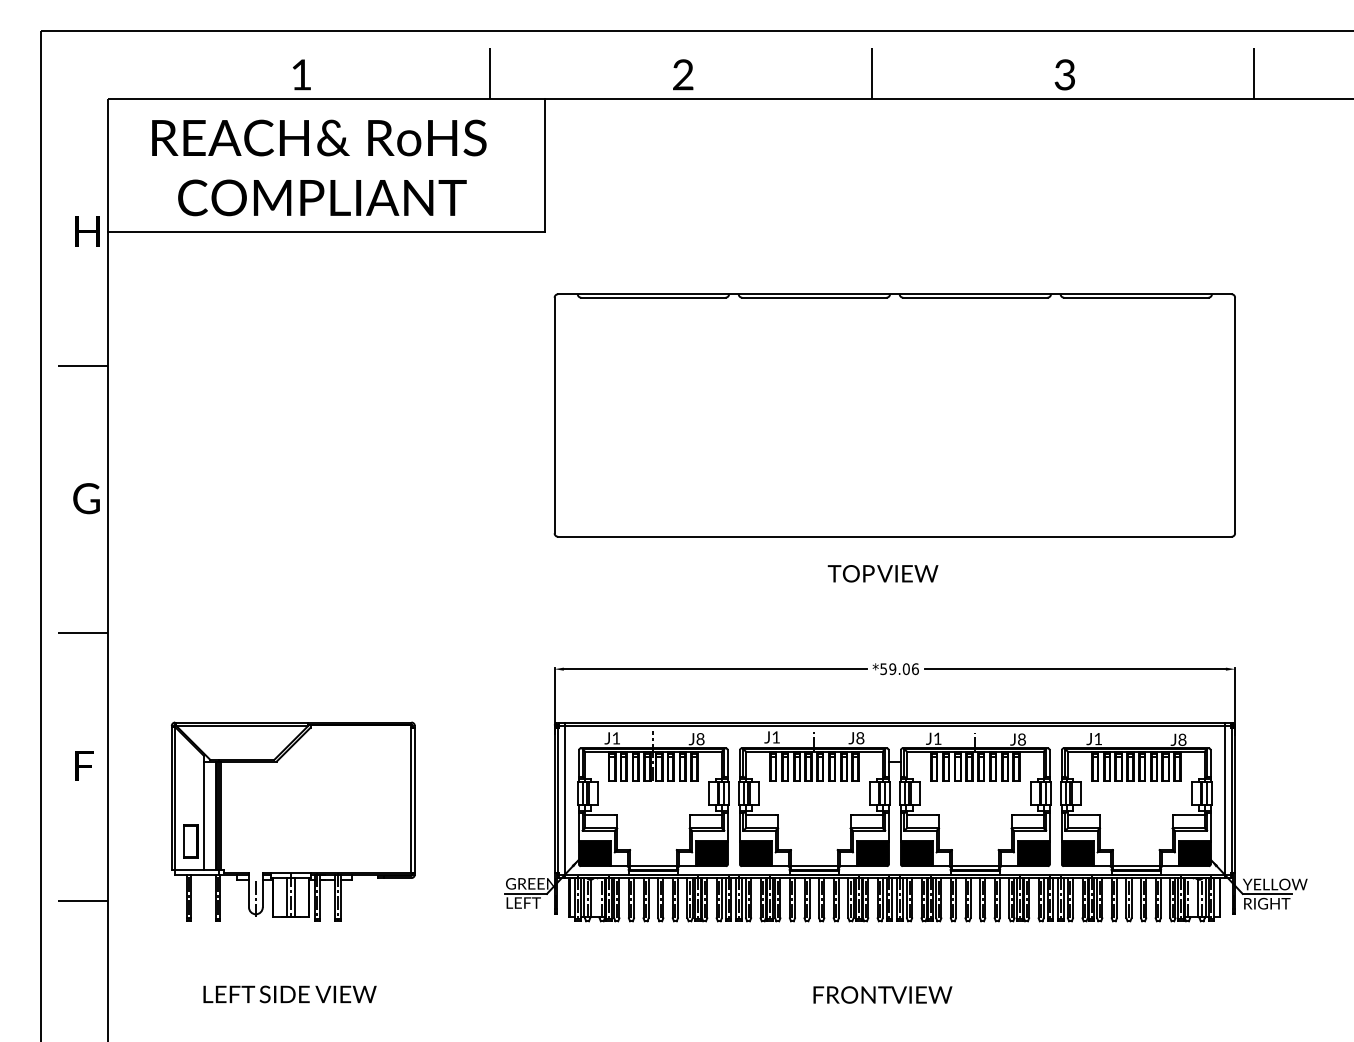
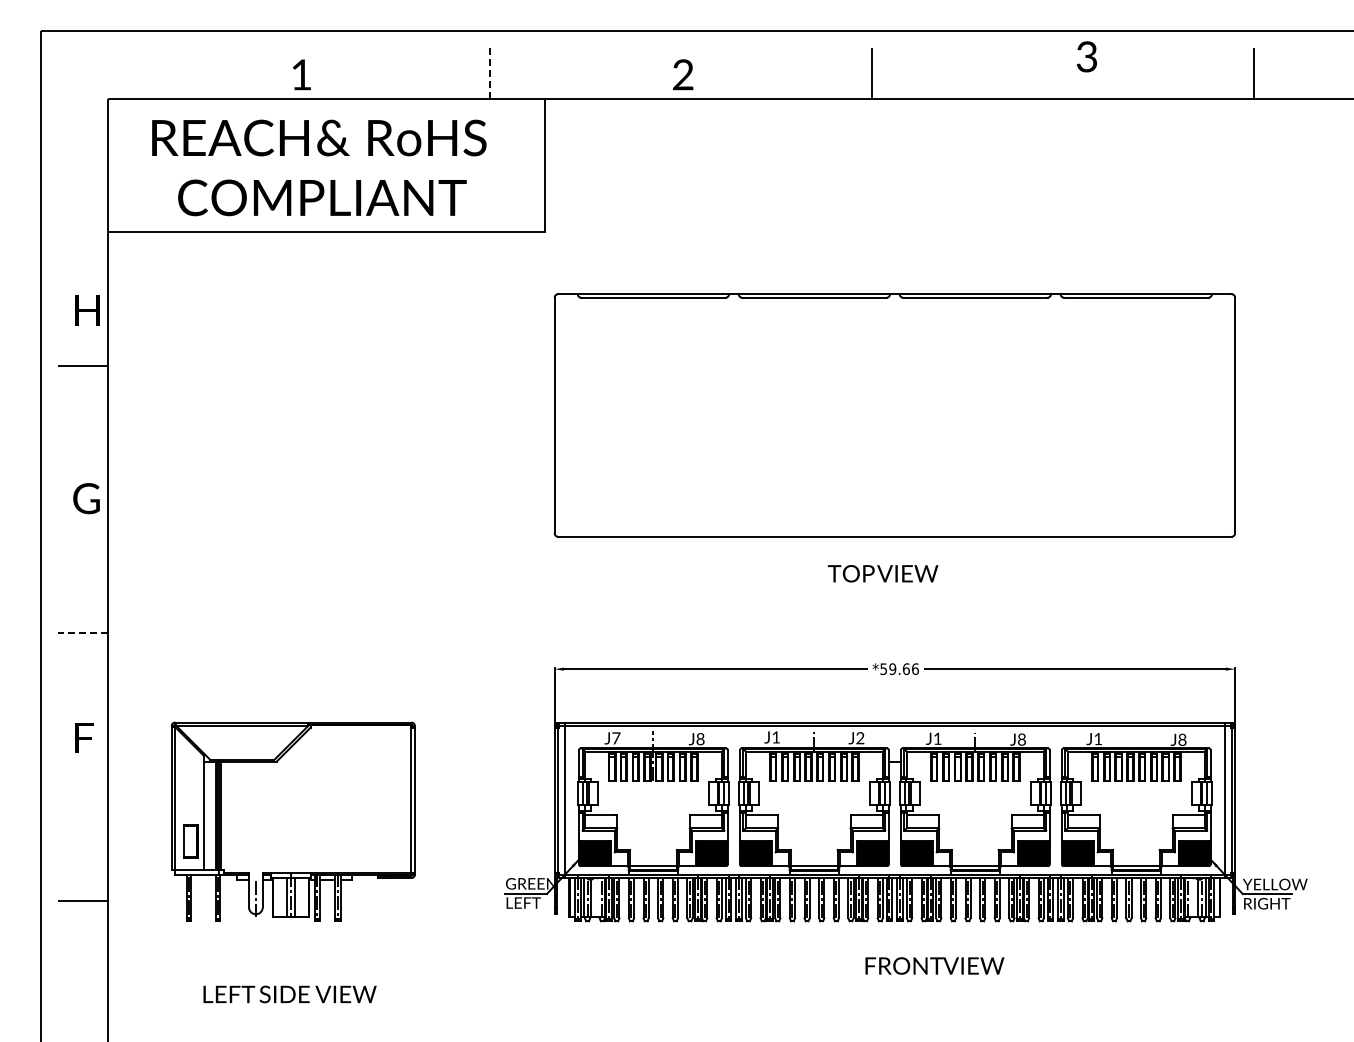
line at (490, 72): solid -> dashed
text at (1064, 74) position: (1064, 74) -> (1086, 56)
text at (87, 231) position: (87, 231) -> (87, 310)
line at (82, 633): solid -> dashed
text at (906, 668): *59.06 -> *59.66
text at (616, 738): J1 -> J7
text at (860, 738): J8 -> J2
text at (84, 765) position: (84, 765) -> (84, 737)
text at (882, 994) position: (882, 994) -> (934, 965)
